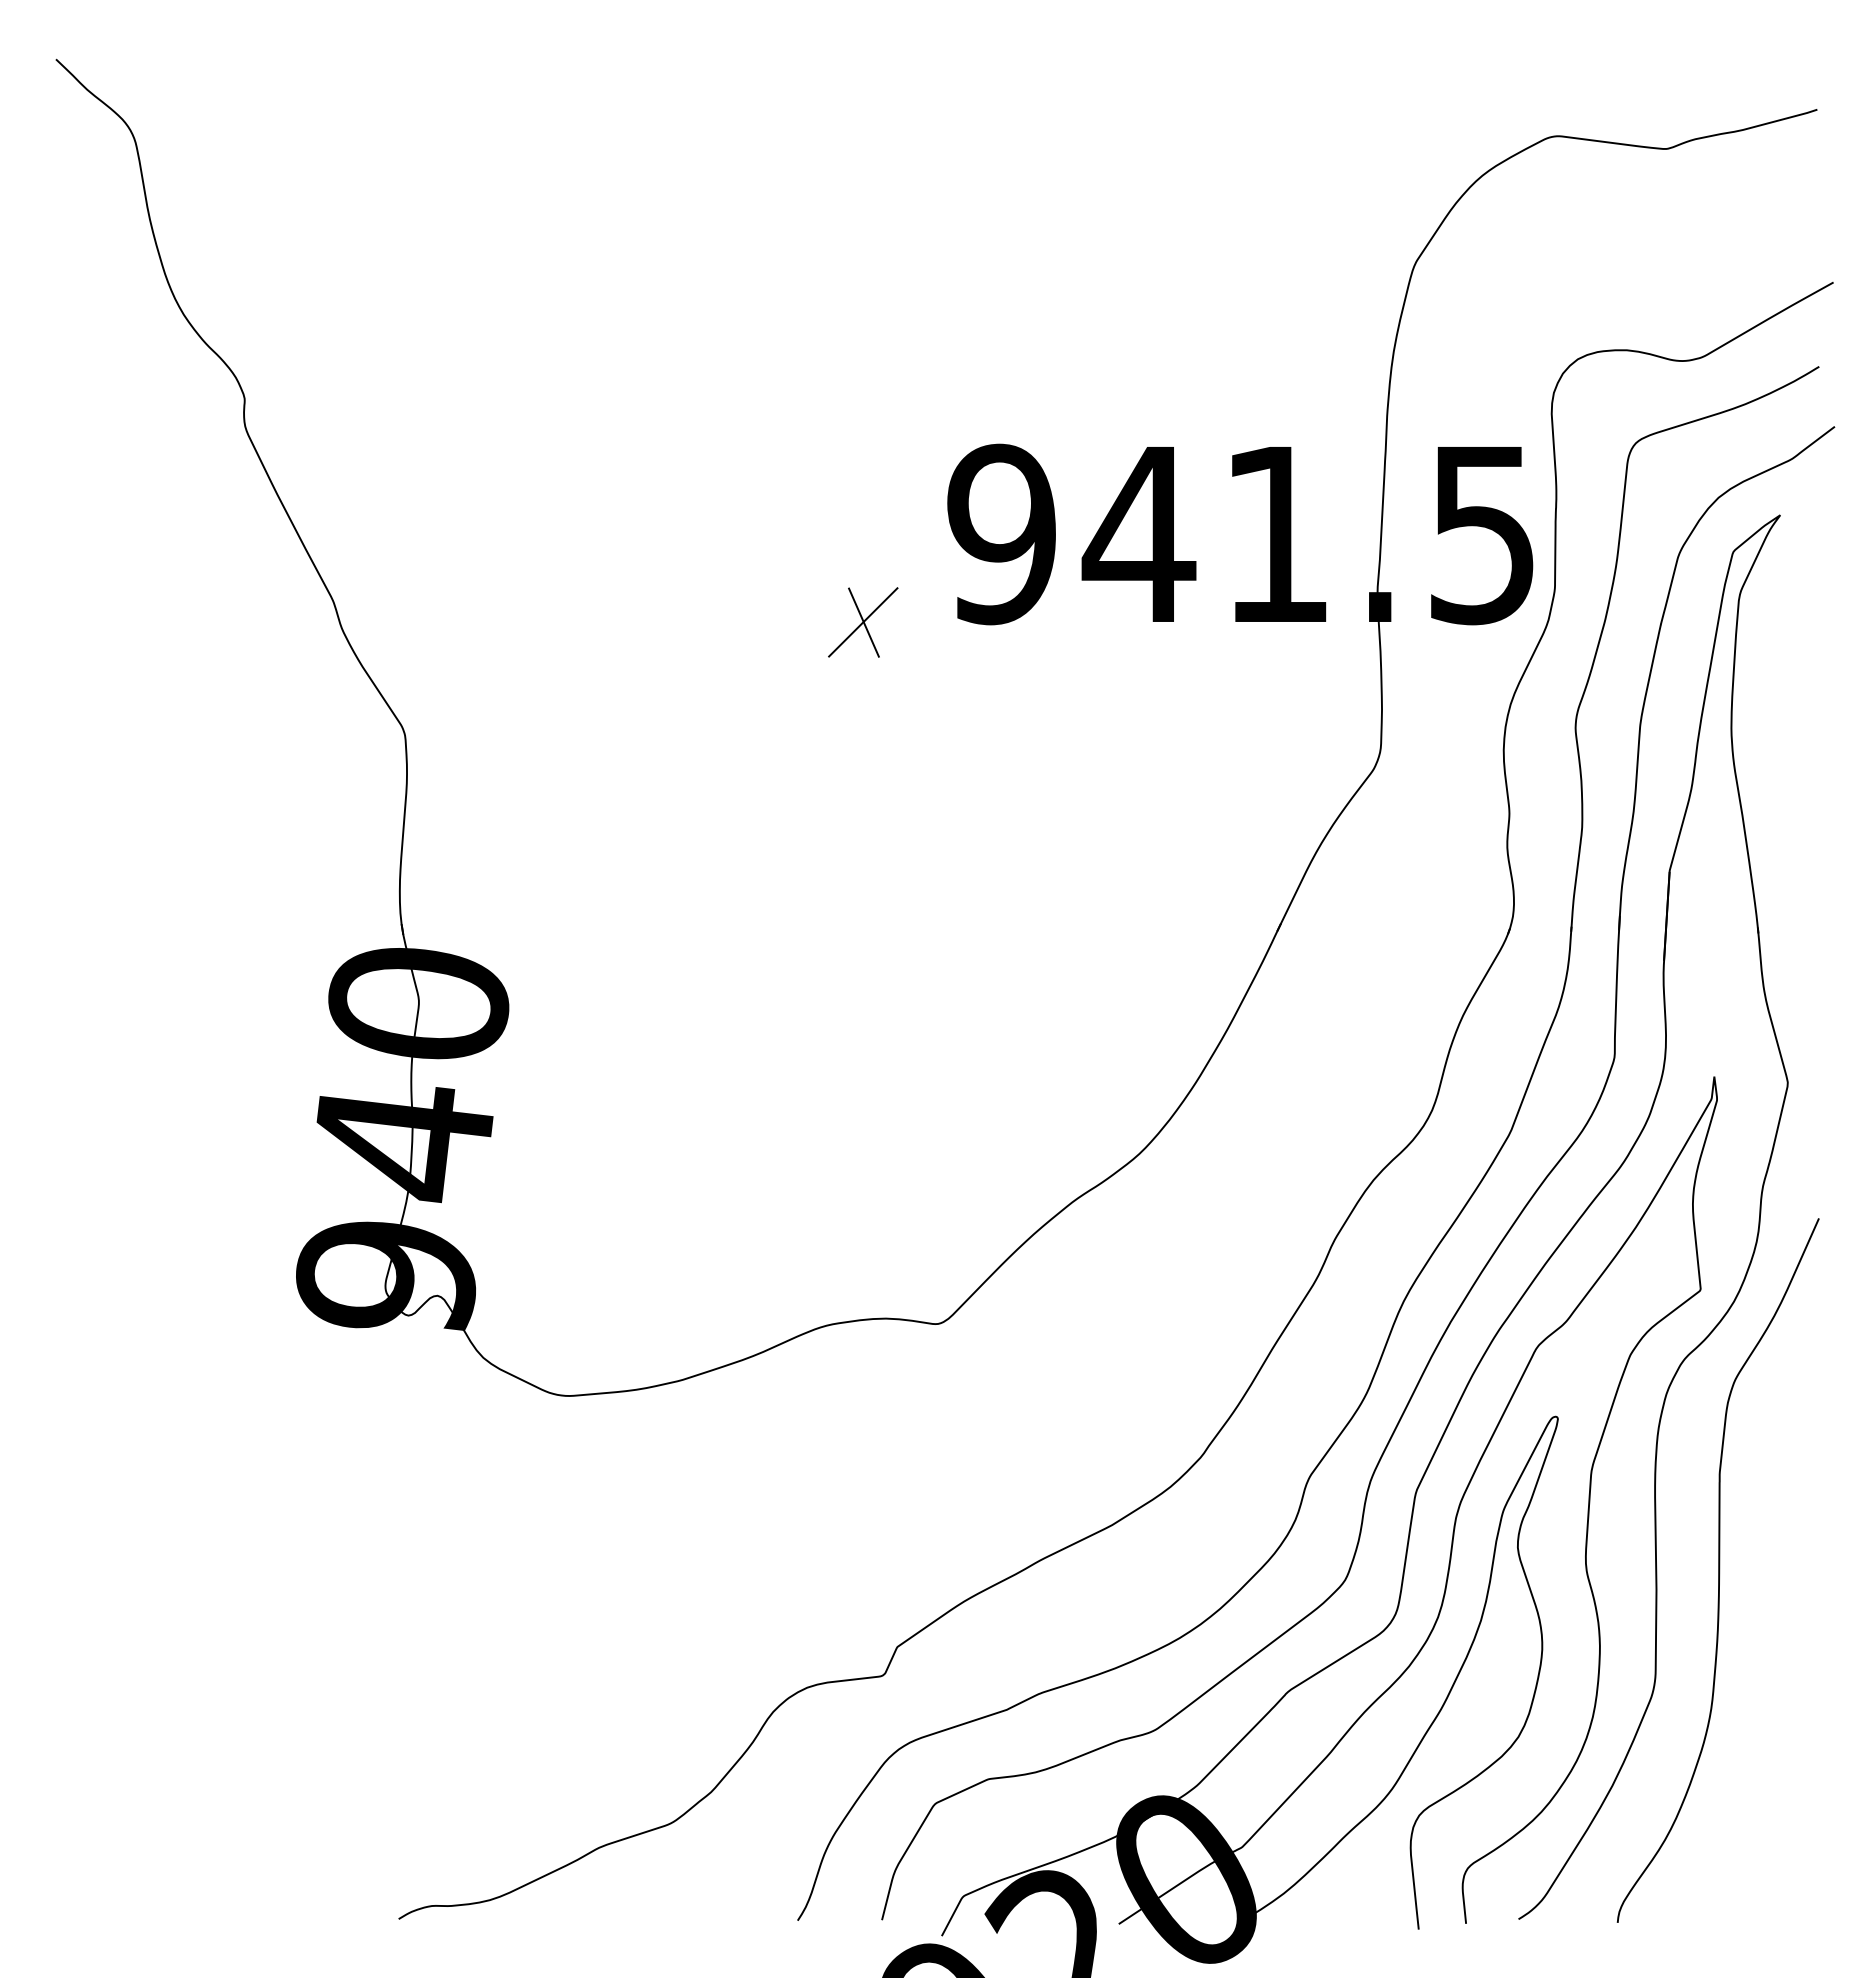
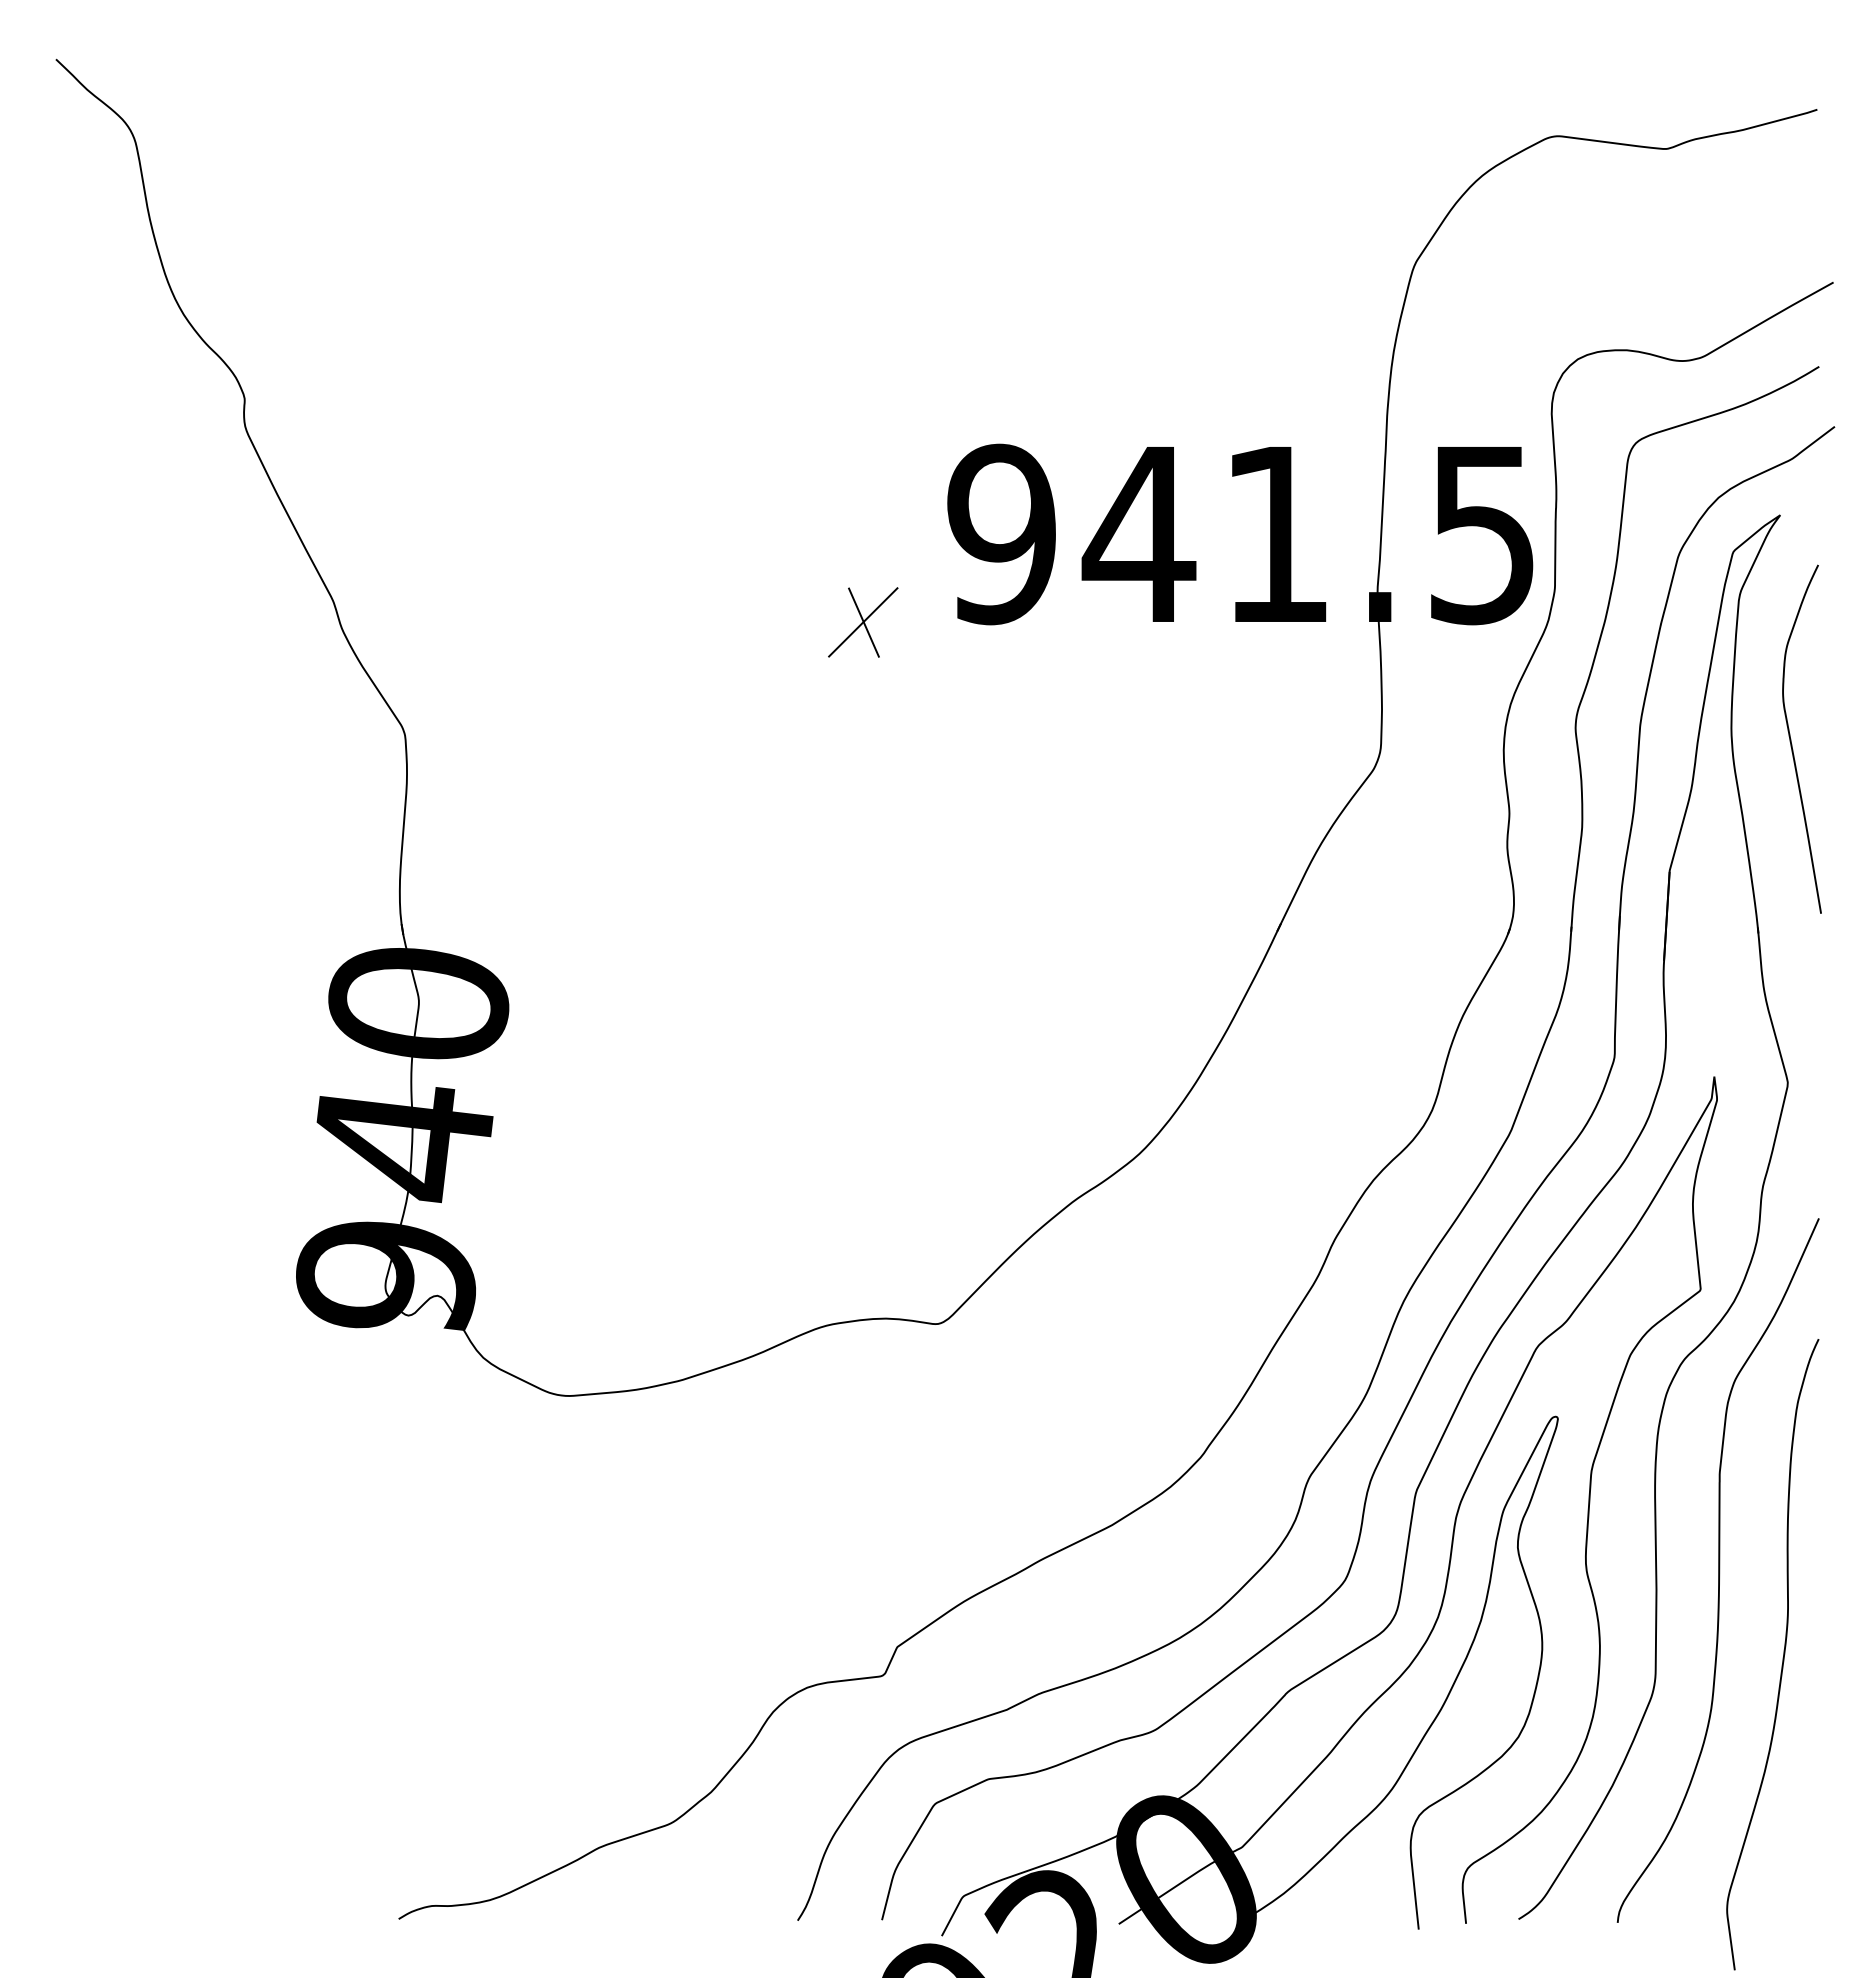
curve at (1791, 739): none -> present
curve at (1782, 1657): none -> present
